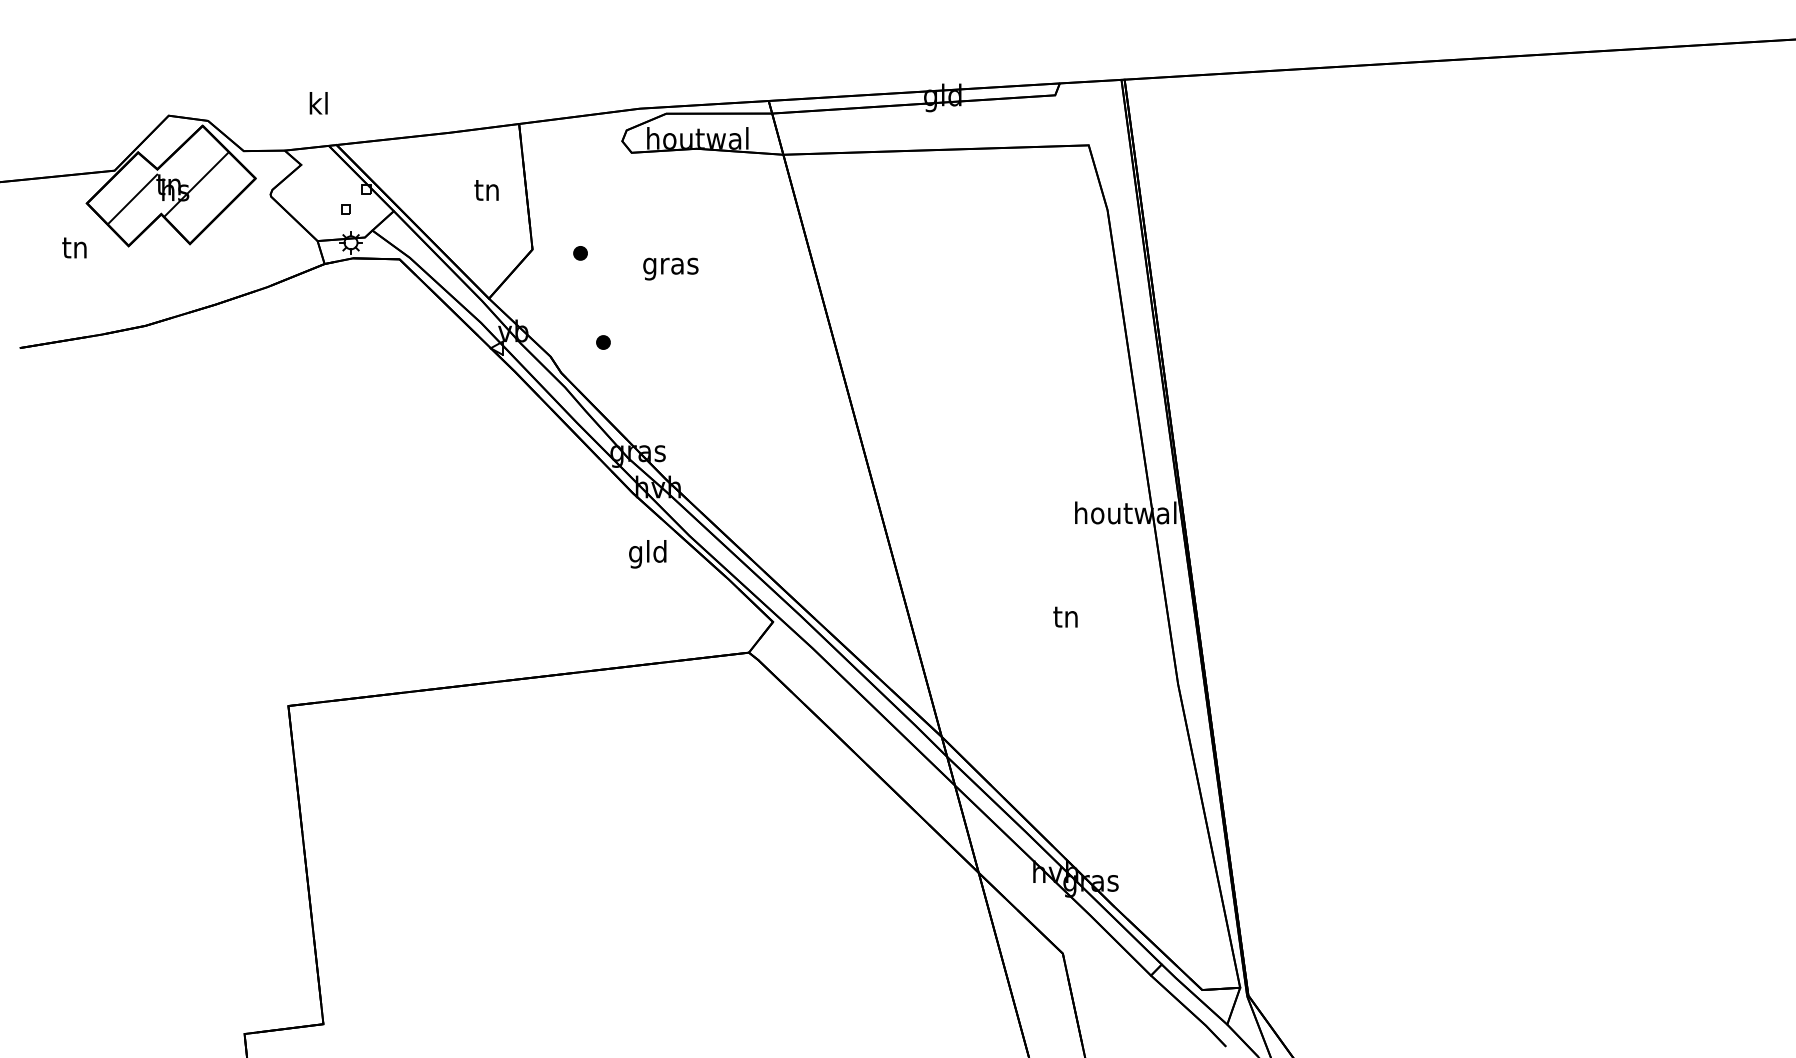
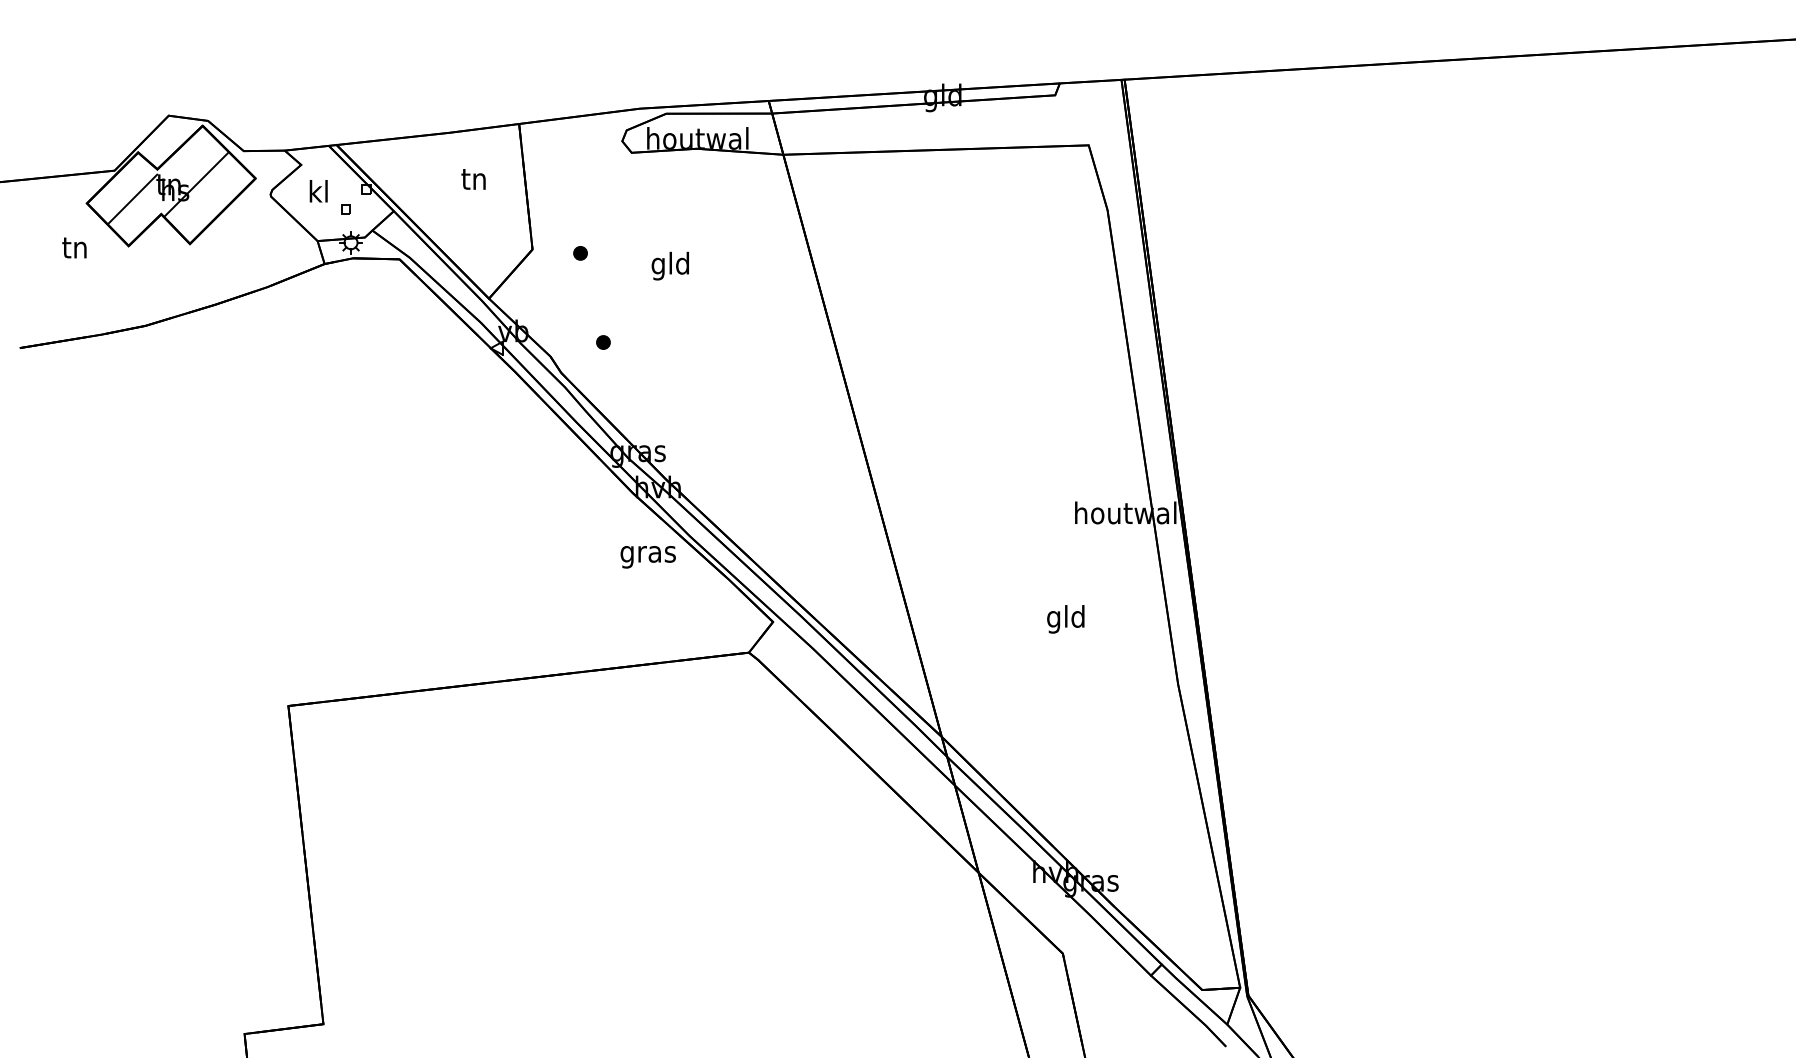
text at (318, 103) position: (318, 103) -> (318, 191)
text at (486, 190) position: (486, 190) -> (473, 179)
text at (670, 265): gras -> gld
text at (647, 554): gld -> gras
text at (1065, 619): tn -> gld
